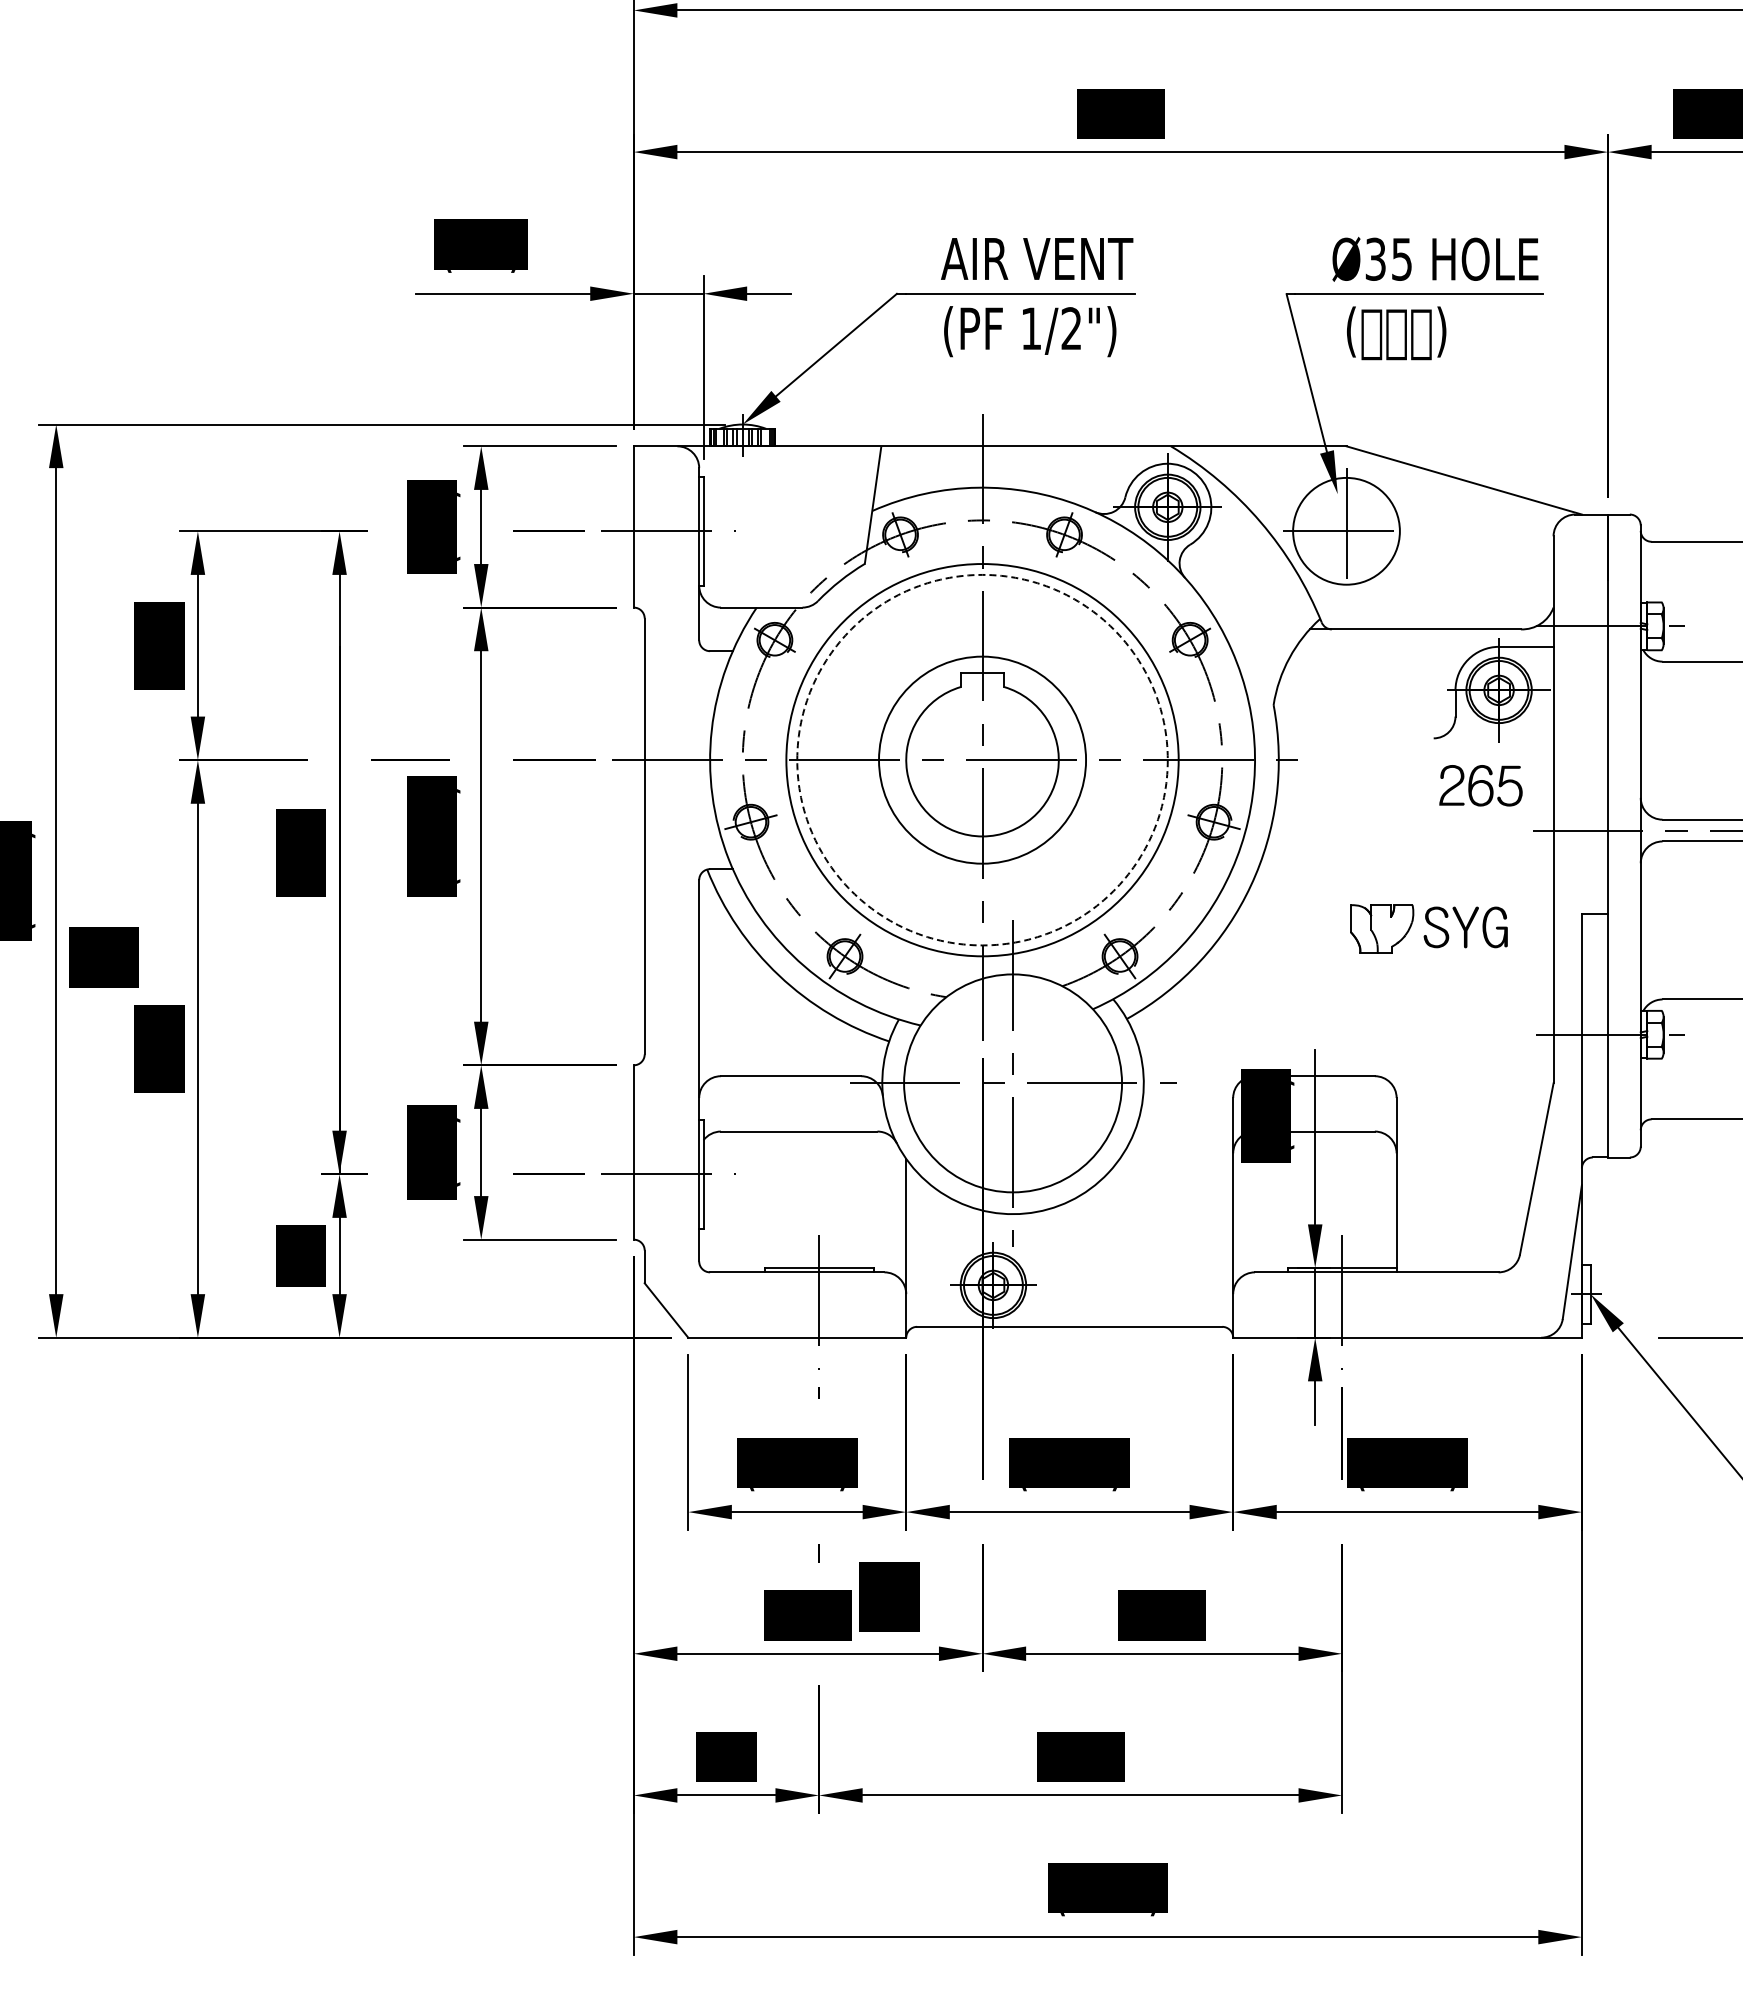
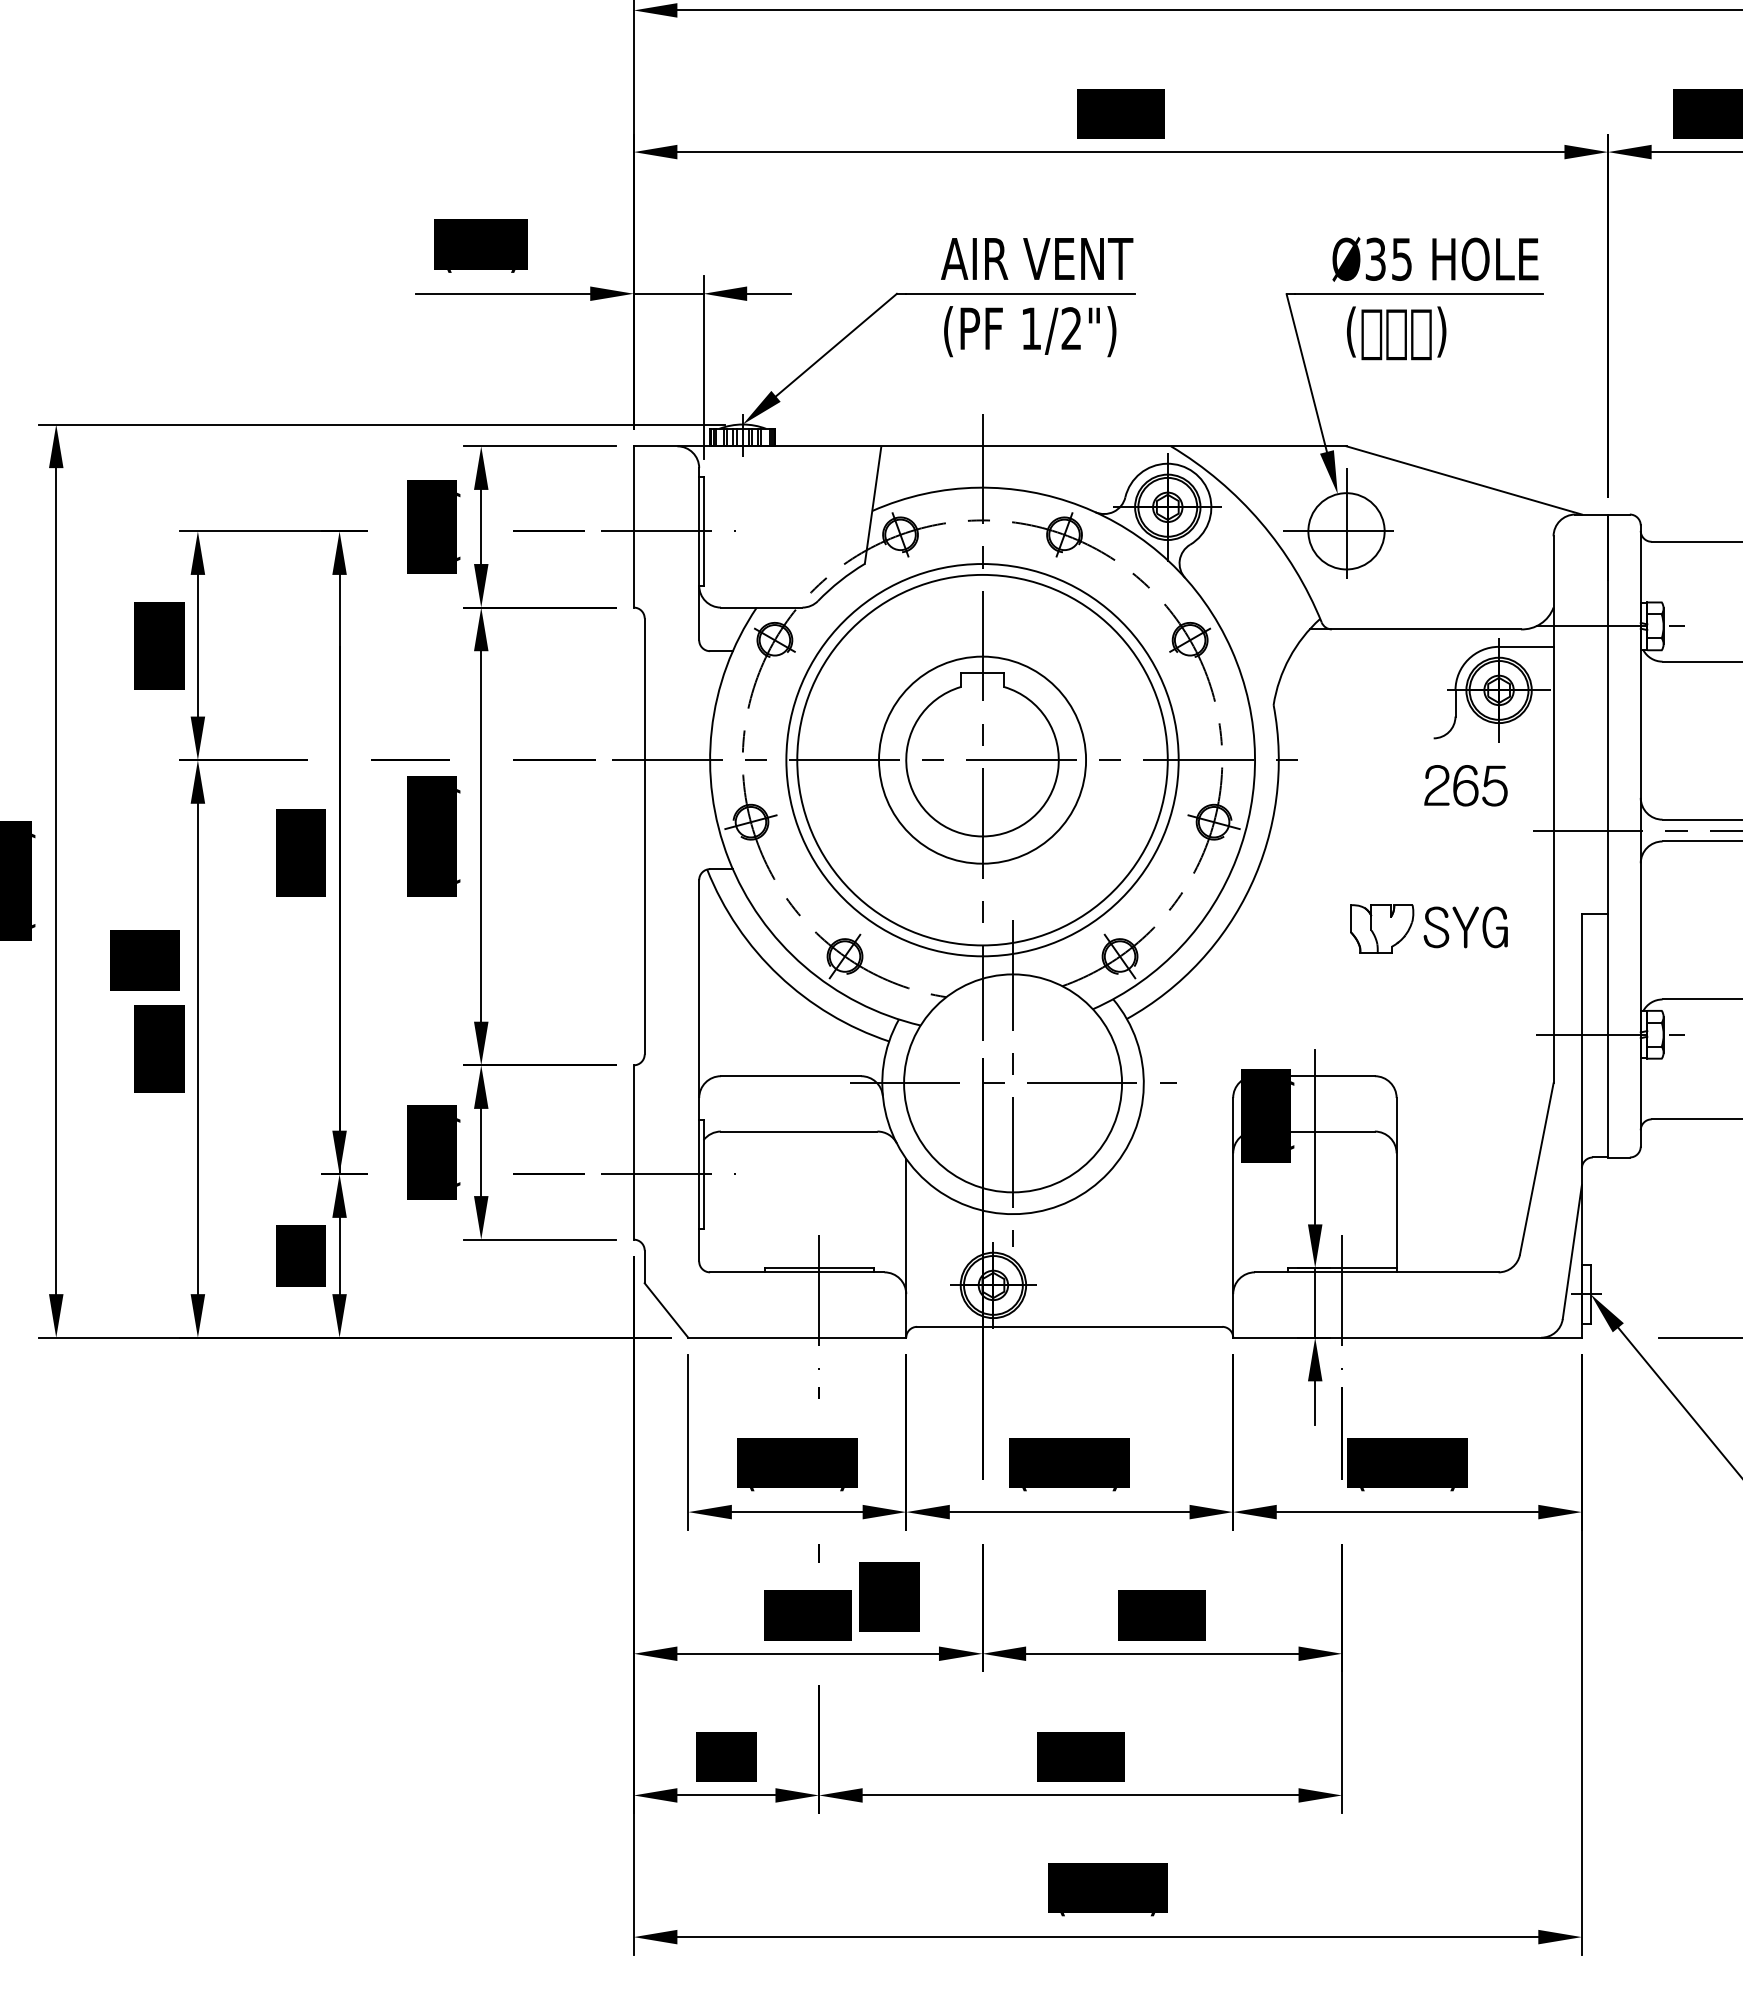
circle at (1346, 530) diameter: 107 px -> 76 px
circle at (982, 759): dashed -> solid
text at (1480, 785) position: (1480, 785) -> (1465, 785)
text at (103, 957) position: (103, 957) -> (144, 960)
